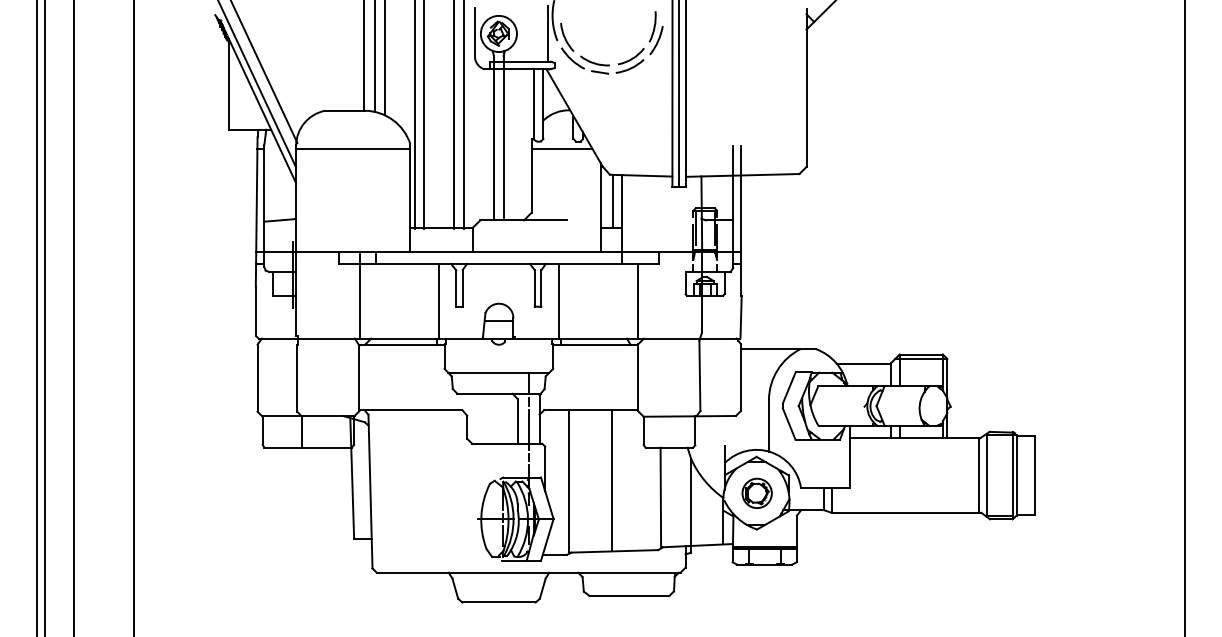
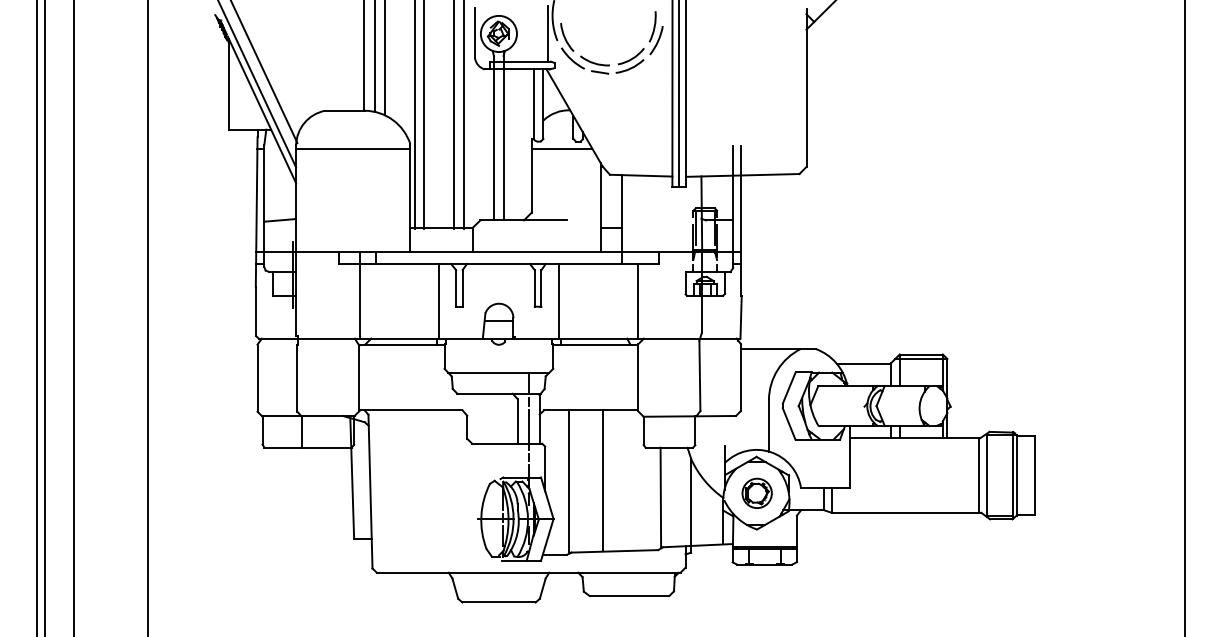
line at (613, 201): present -> none
line at (133, 317) position: (133, 317) -> (147, 317)
line at (611, 480) position: (611, 480) -> (602, 480)
